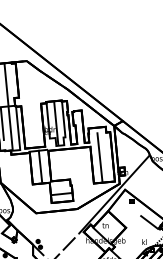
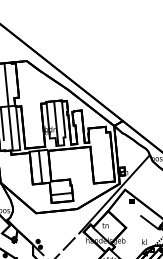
line at (99, 157): present -> none
